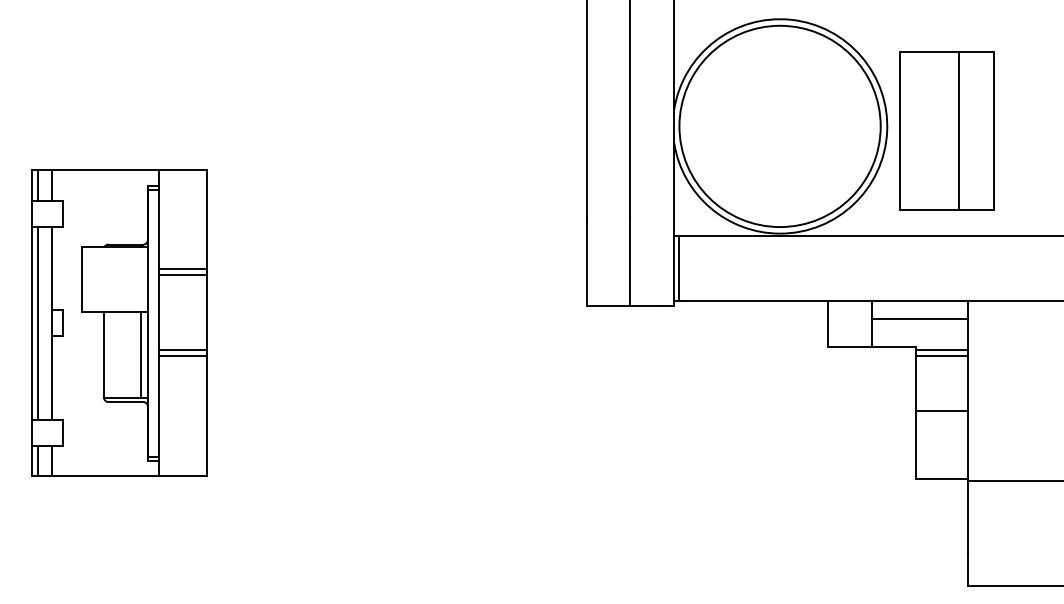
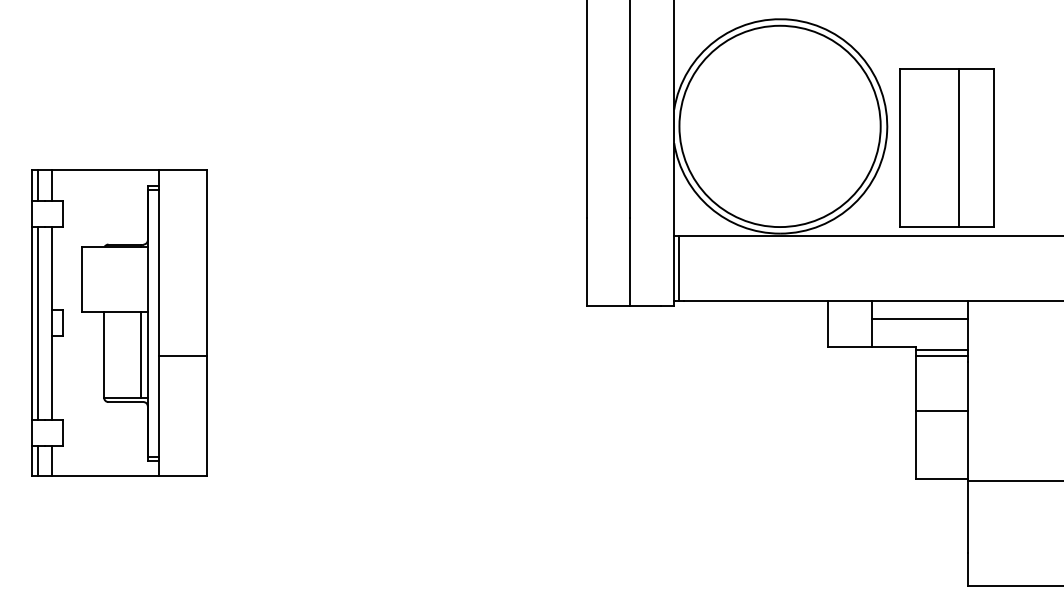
part at (946, 130) position: (946, 130) -> (946, 147)
line at (182, 268): present -> none
line at (182, 275): present -> none
line at (182, 349): present -> none
